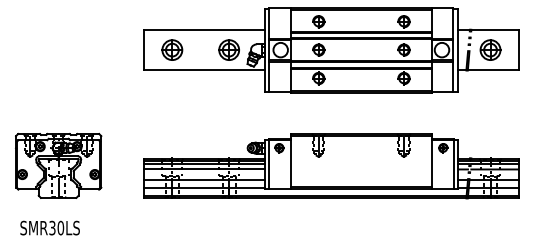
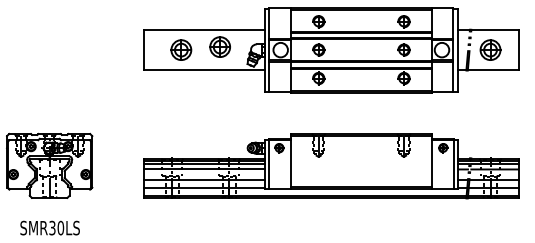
part at (172, 49) position: (172, 49) -> (181, 49)
part at (228, 49) position: (228, 49) -> (219, 46)
part at (58, 165) position: (58, 165) -> (49, 165)
